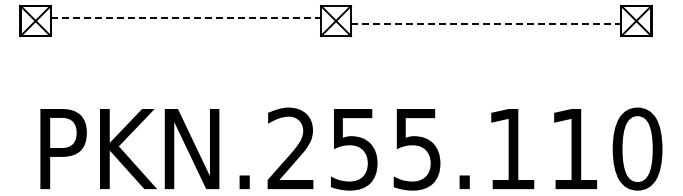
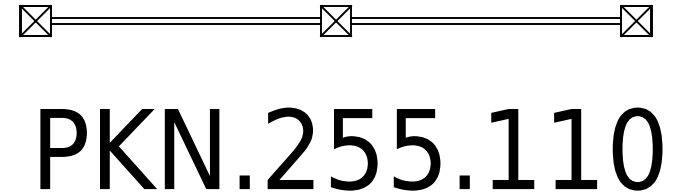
line at (186, 17): dashed -> solid
line at (486, 17): none -> present
line at (185, 24): none -> present
line at (486, 24): dashed -> solid
